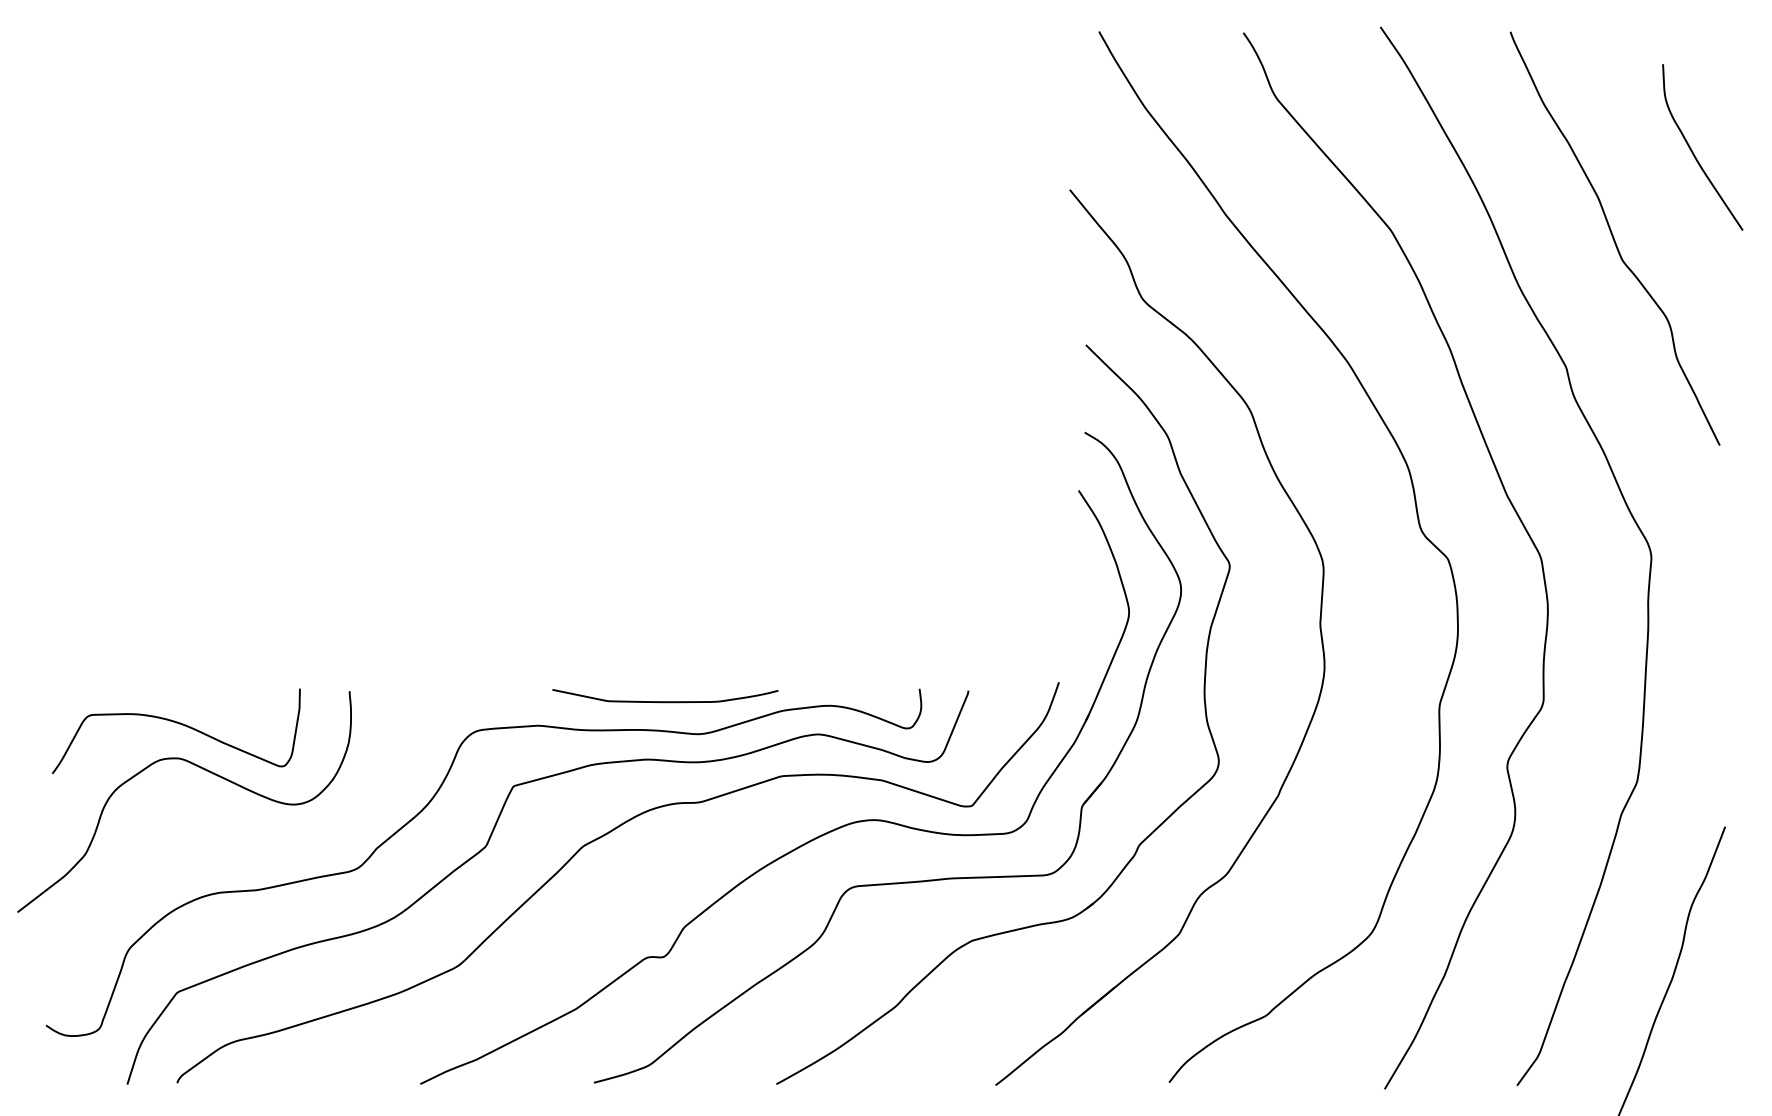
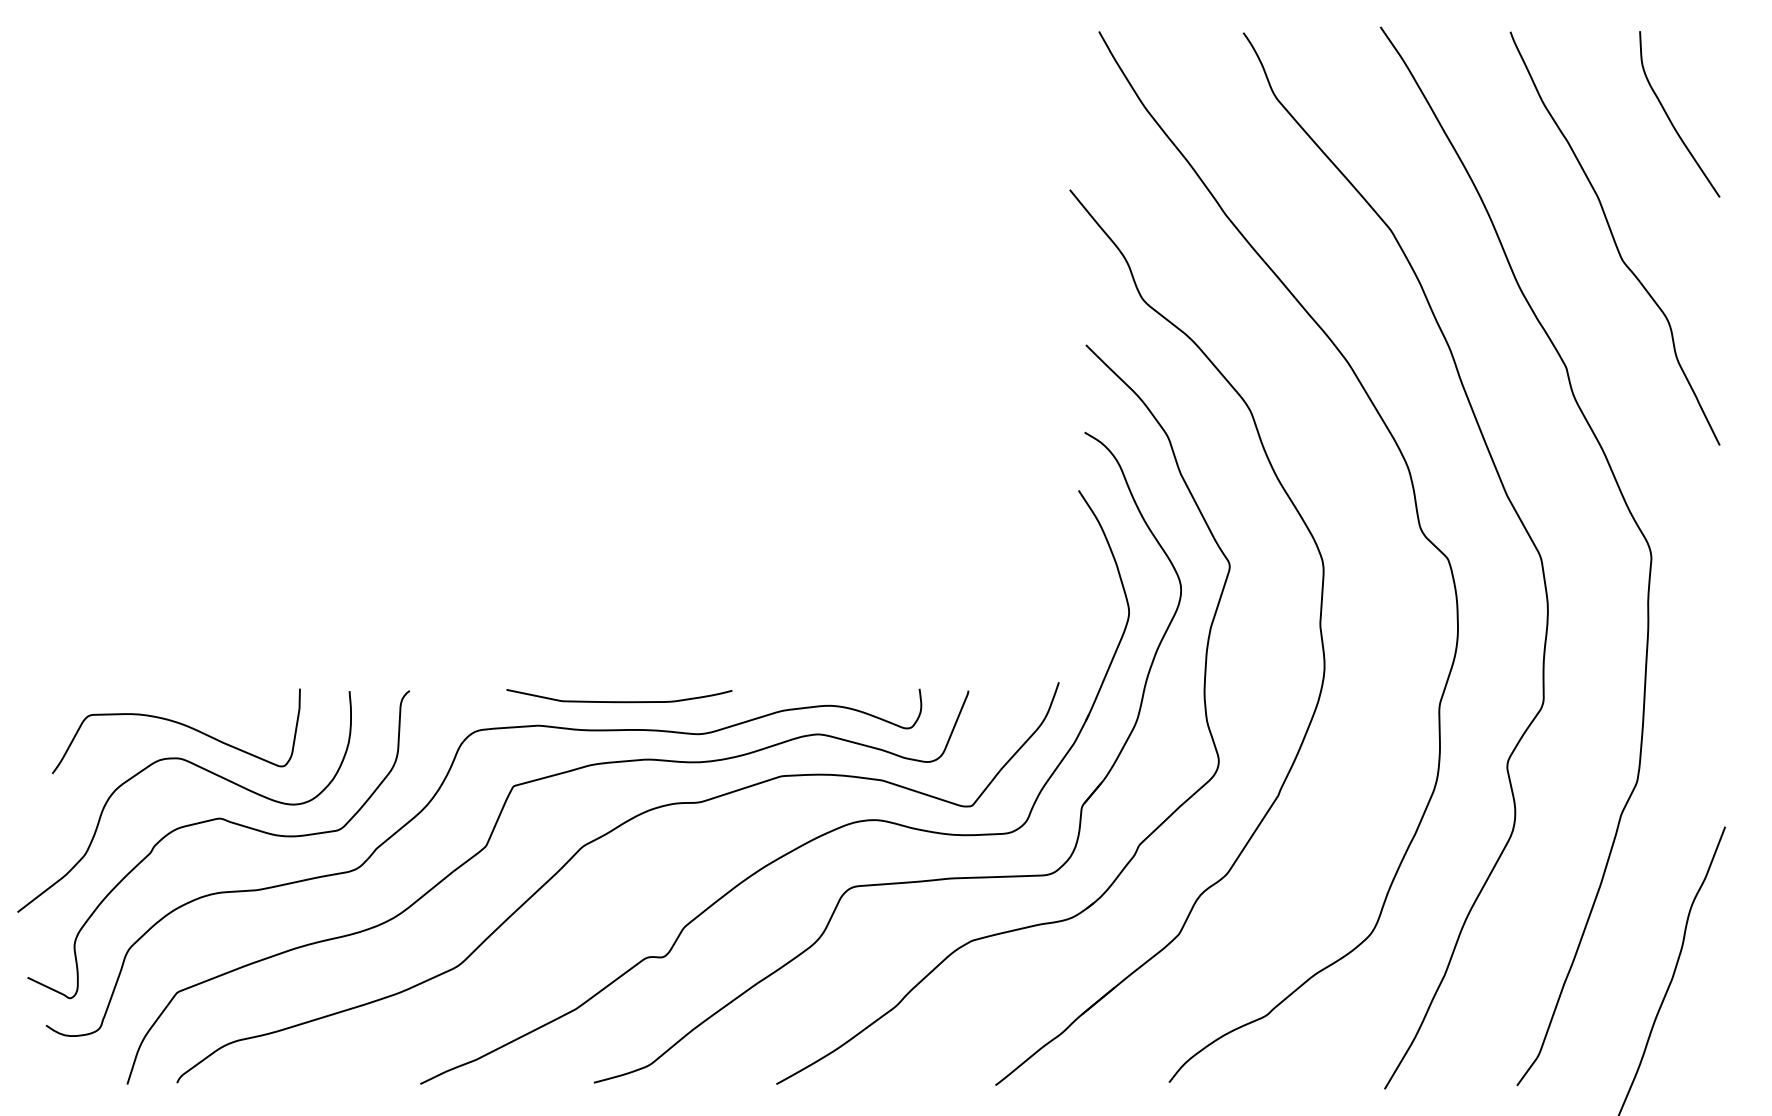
curve at (1694, 153) position: (1694, 153) -> (1671, 120)
curve at (665, 701) position: (665, 701) -> (619, 701)
curve at (211, 821): none -> present
